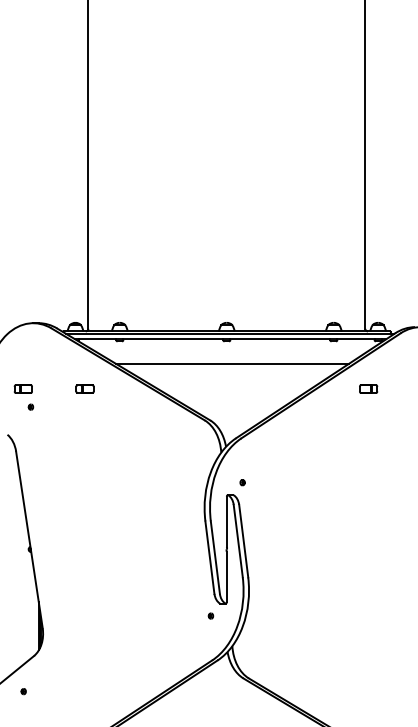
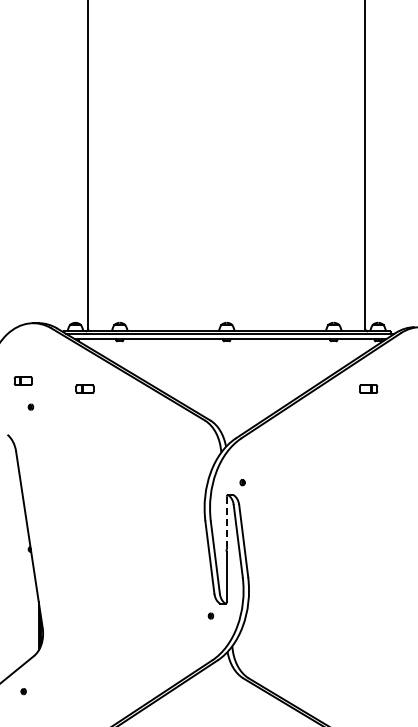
line at (232, 363): present -> none
part at (22, 388) position: (22, 388) -> (22, 380)
line at (226, 522): solid -> dashed
